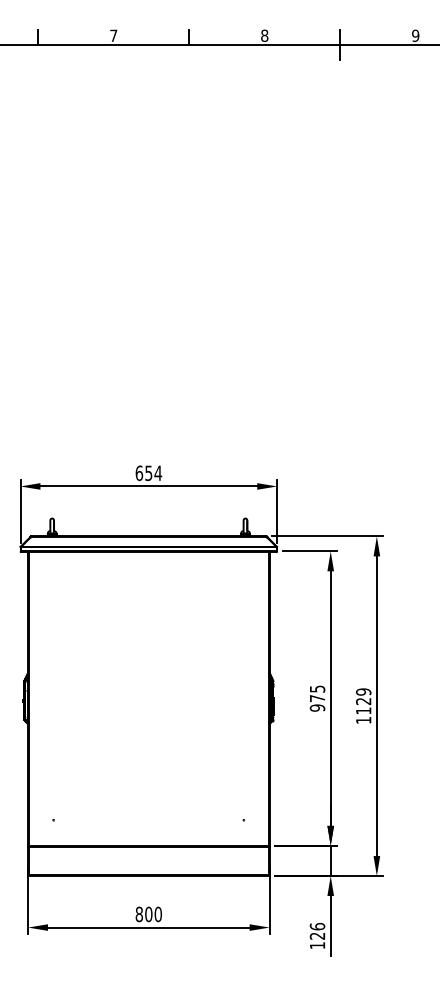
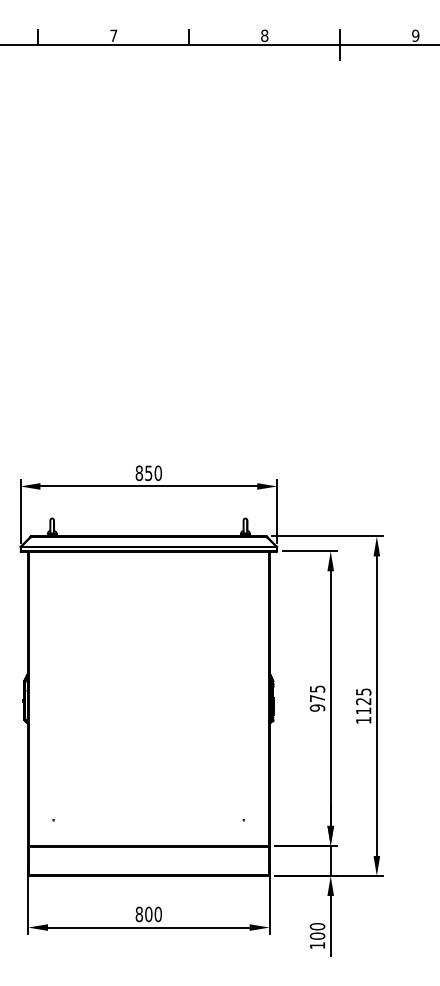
text at (148, 472): 654 -> 850
text at (363, 691): 1129 -> 1125
text at (317, 931): 126 -> 100
